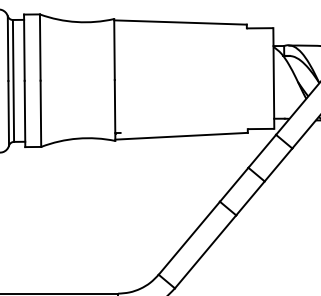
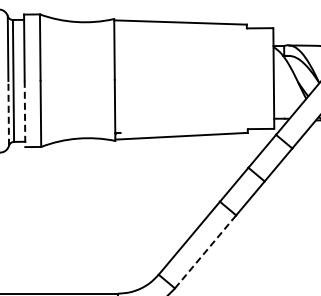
line at (8, 112): solid -> dashed
line at (25, 114): solid -> dashed
line at (205, 251): solid -> dashed
